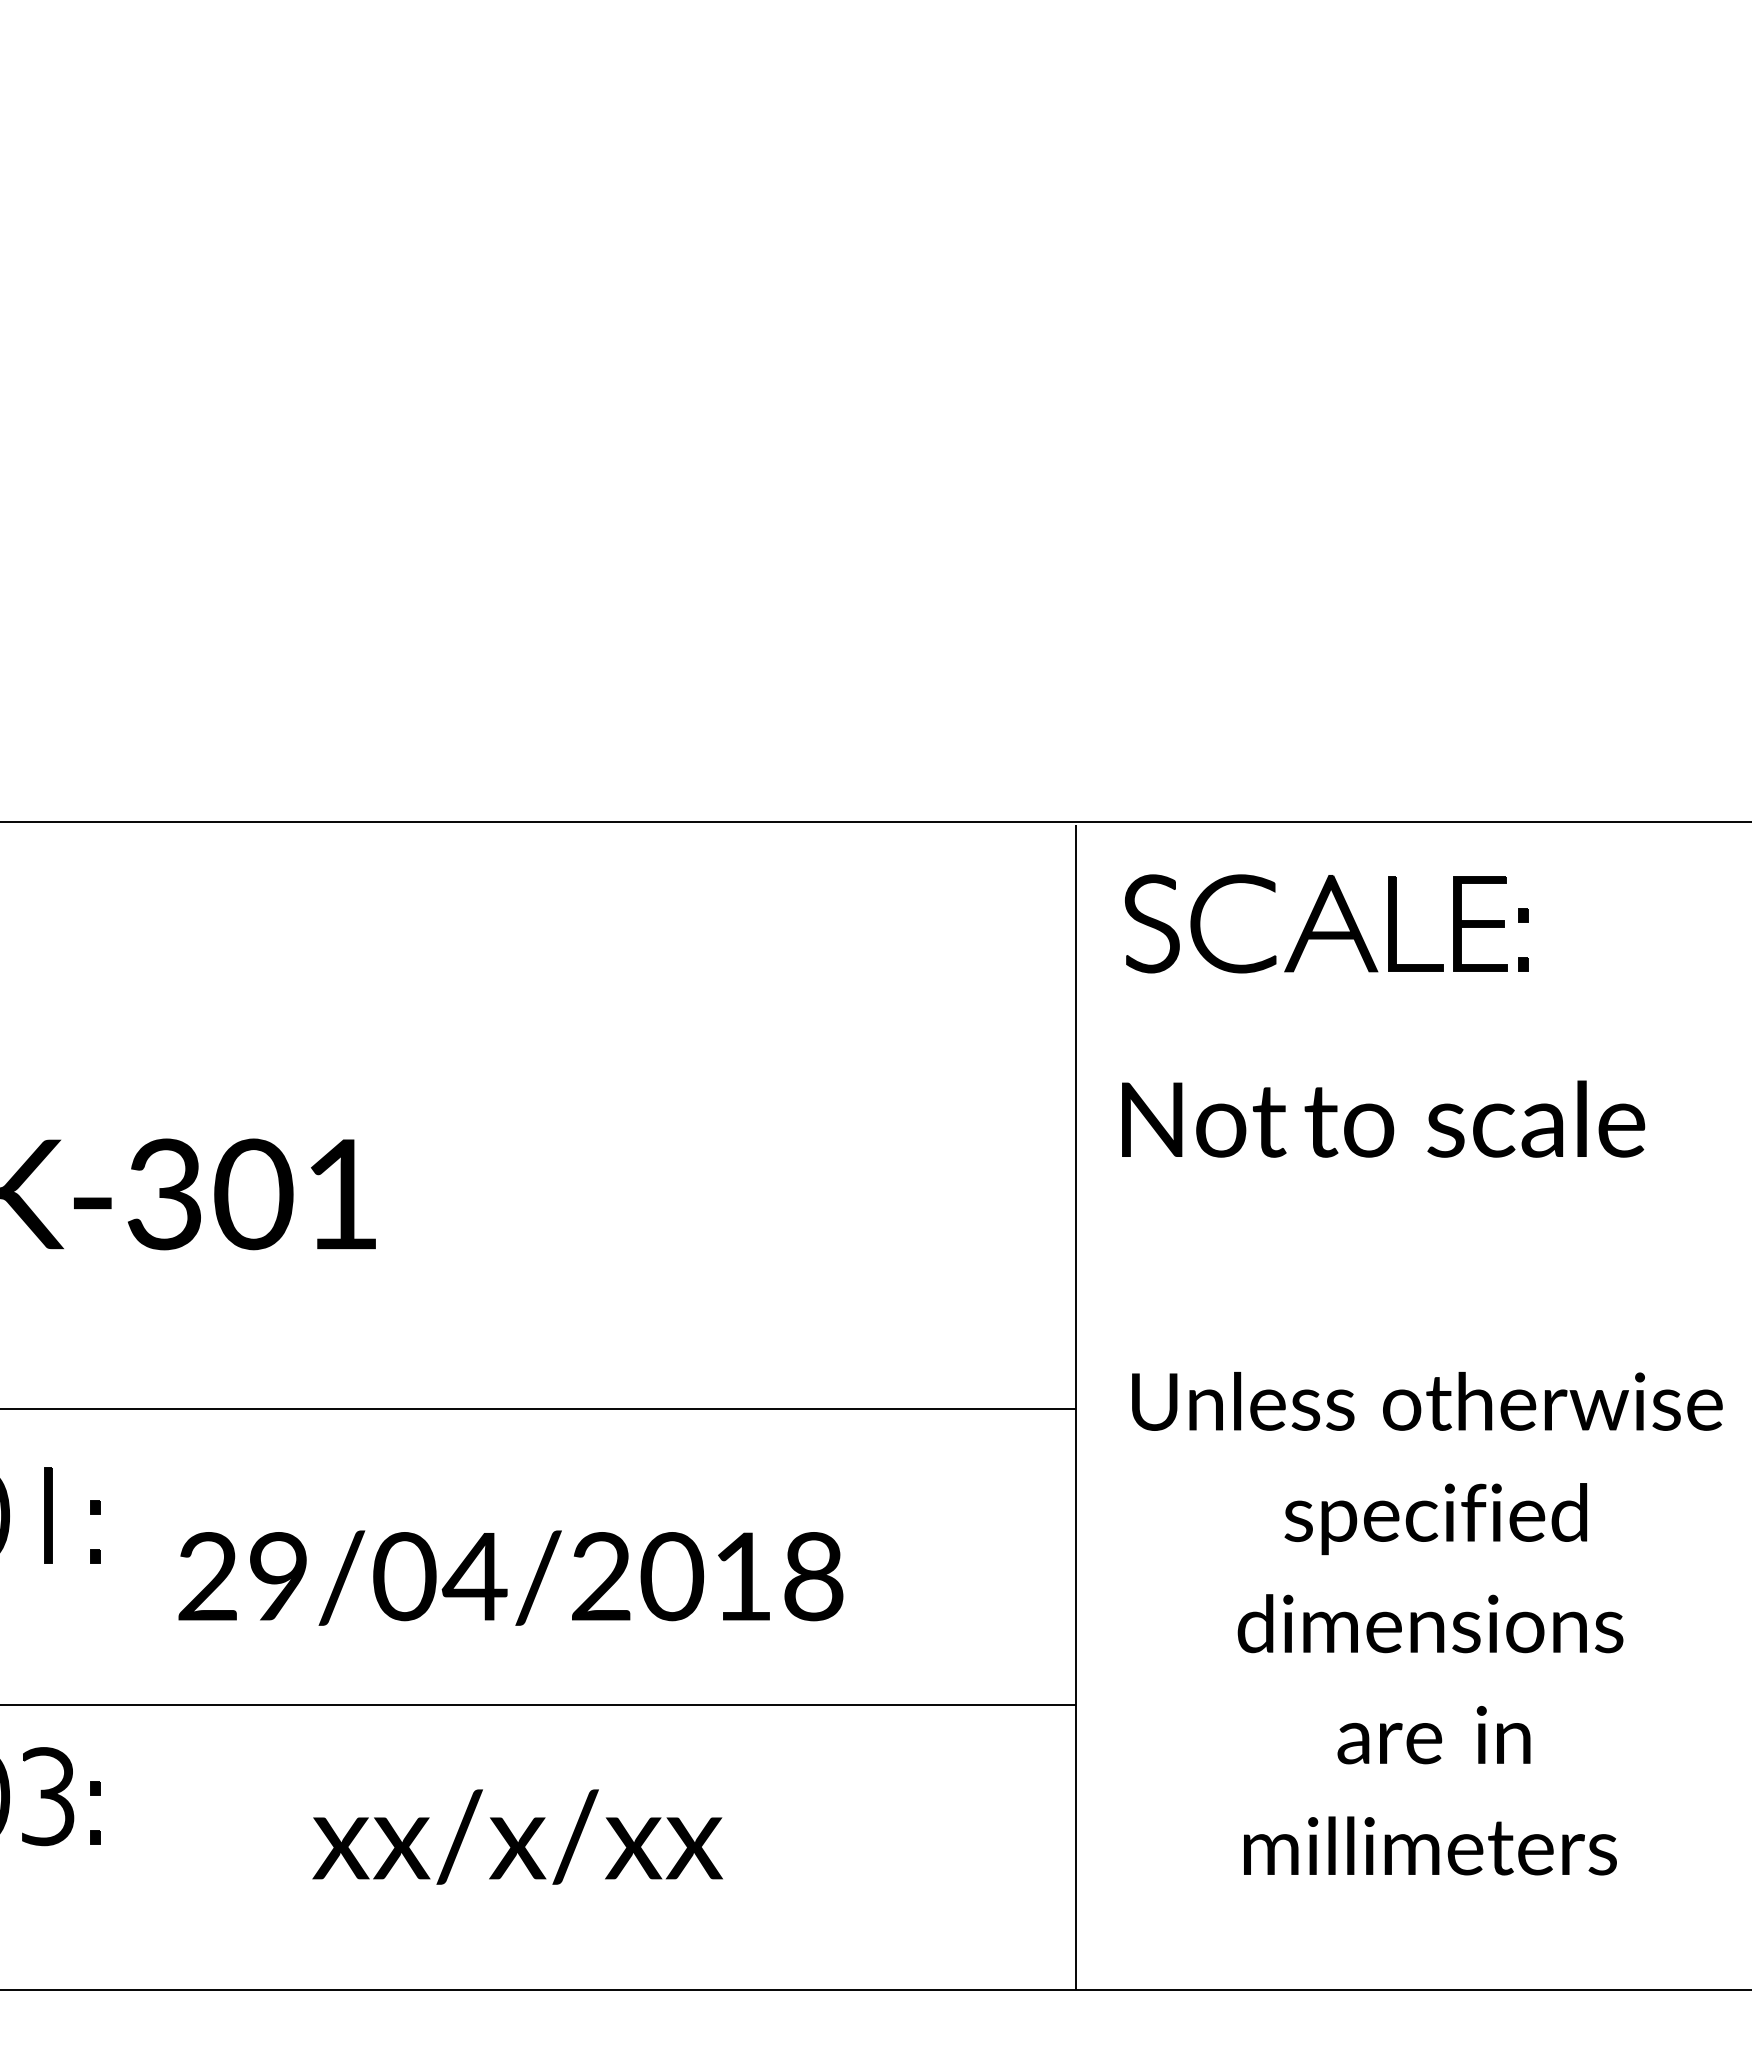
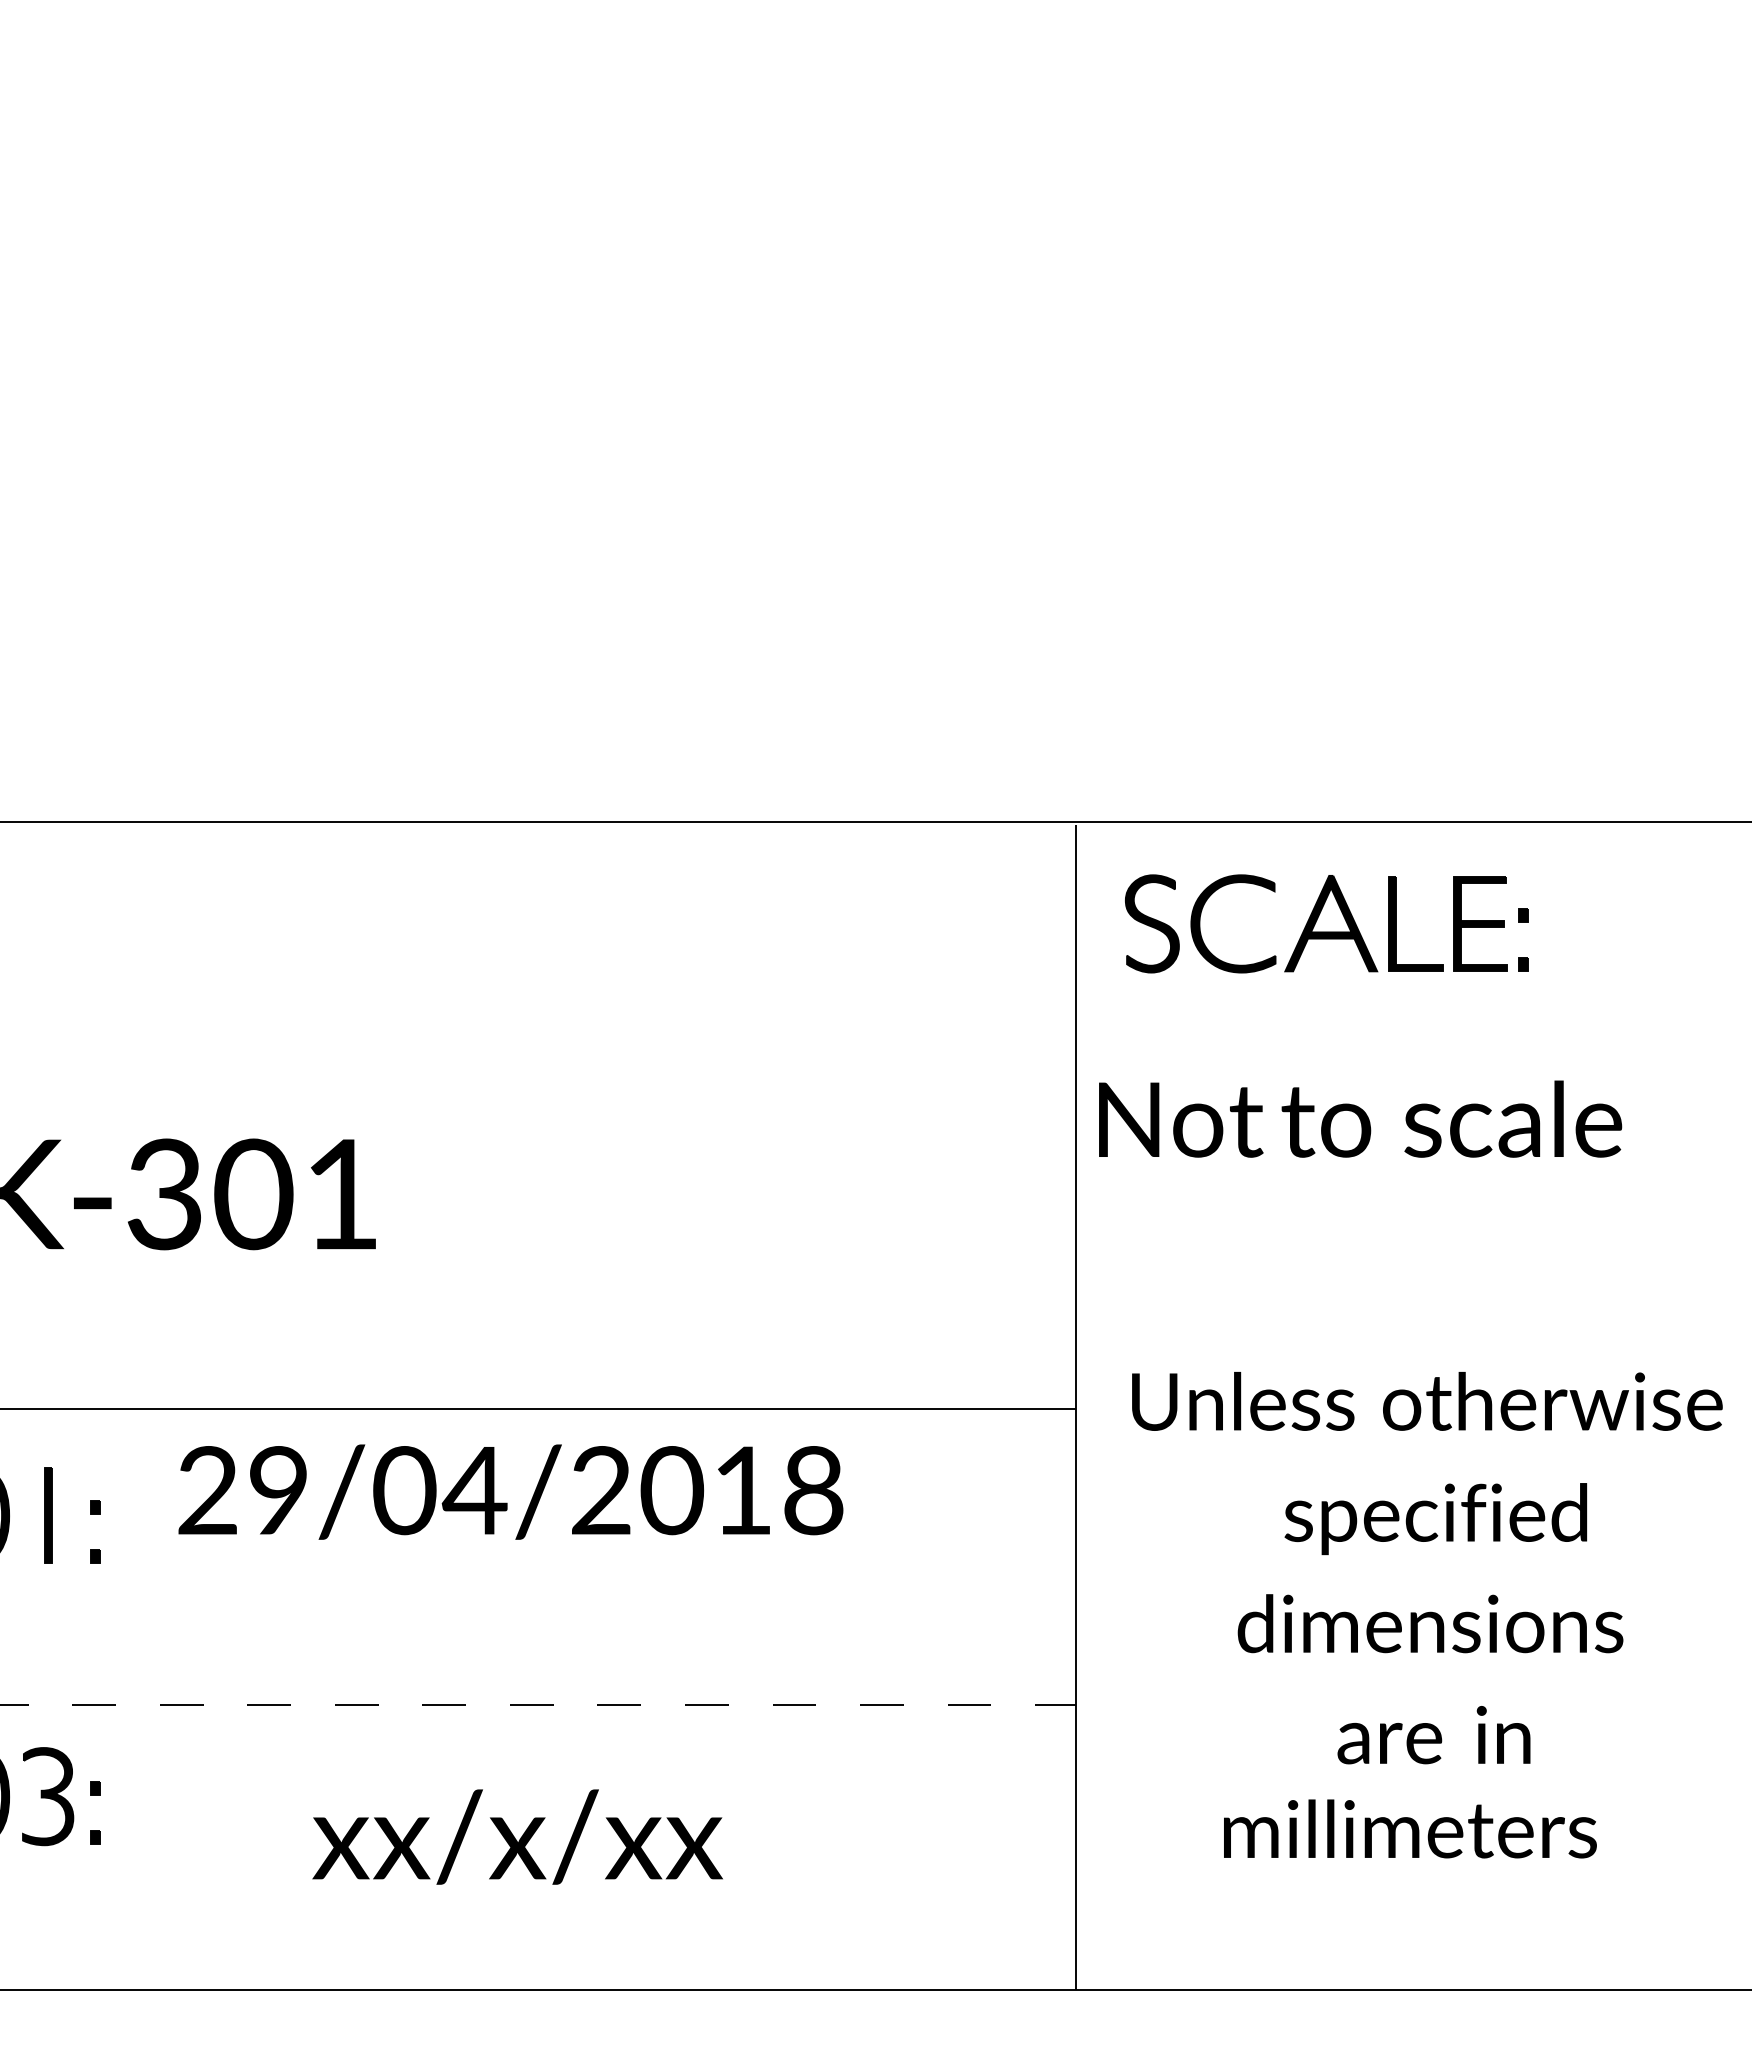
text at (1383, 1118) position: (1383, 1118) -> (1360, 1118)
text at (510, 1577) position: (510, 1577) -> (510, 1491)
line at (538, 1705): solid -> dashed
text at (1430, 1845) position: (1430, 1845) -> (1410, 1828)
